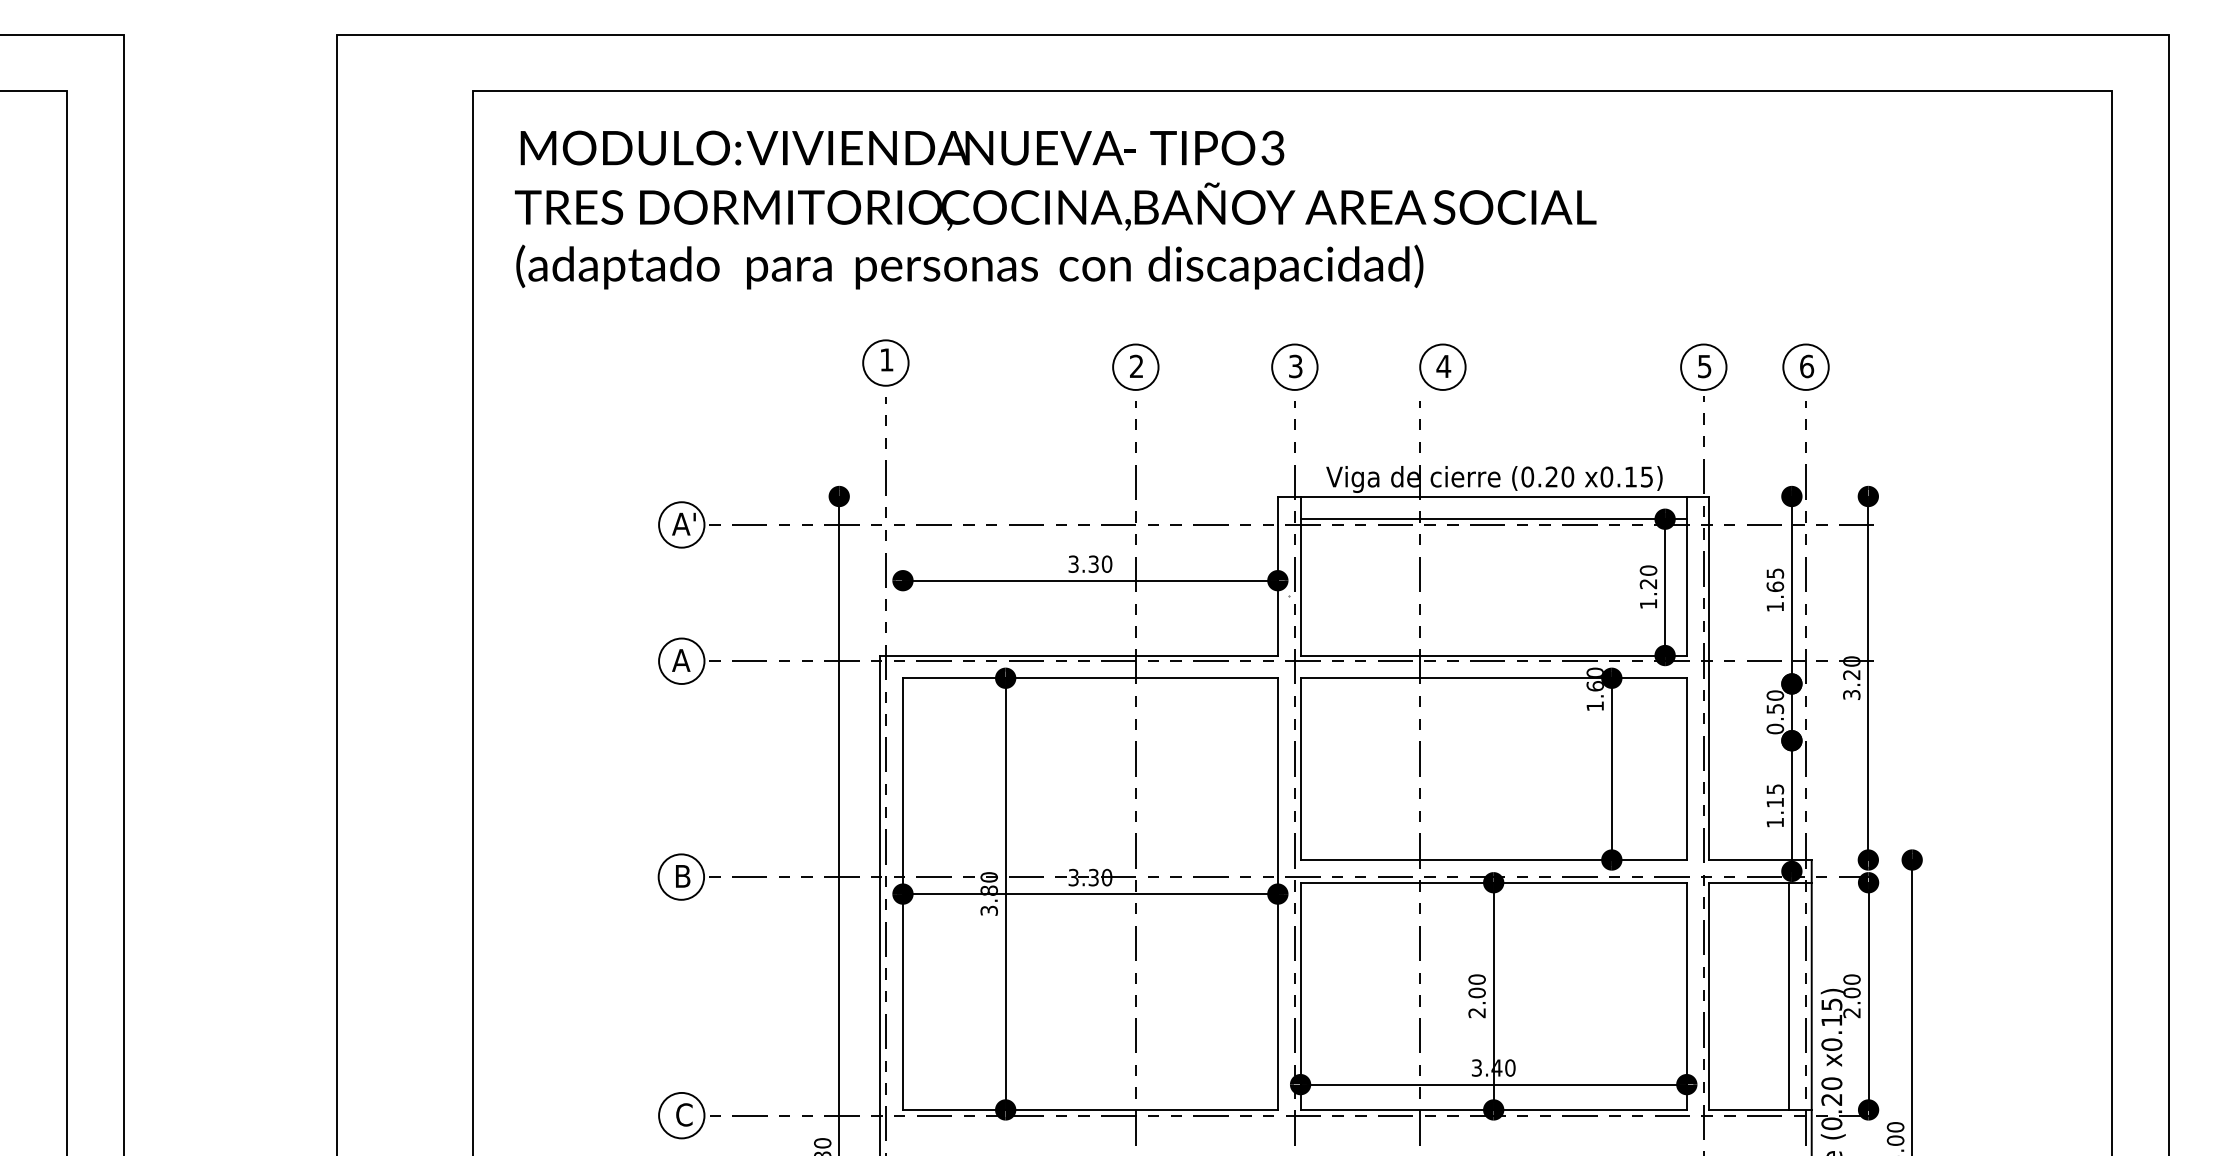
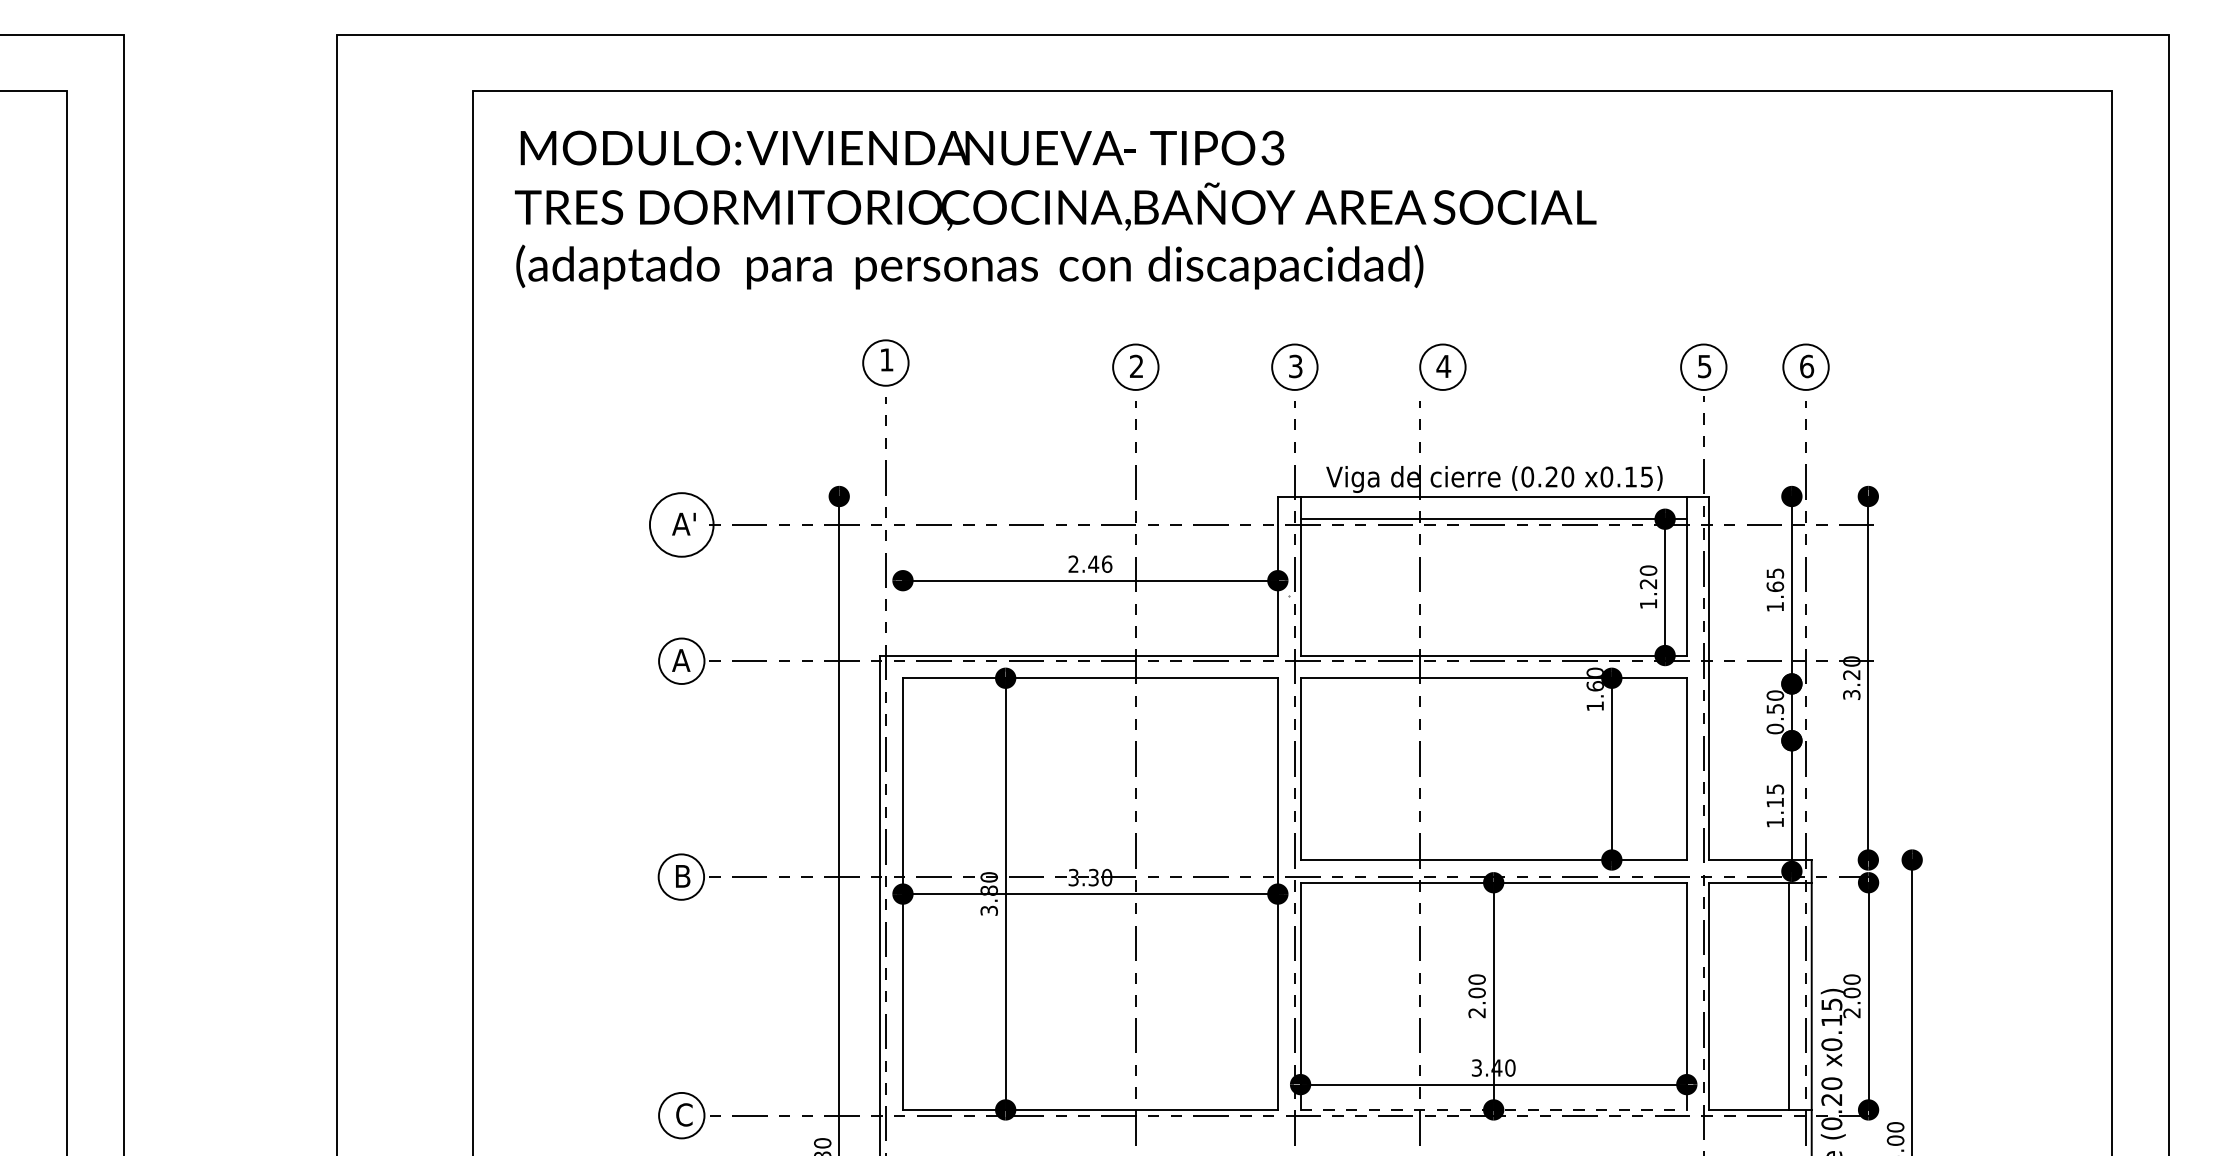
circle at (681, 524) diameter: 45 px -> 64 px
text at (1090, 563): 3.30 -> 2.46
line at (1494, 1109): solid -> dashed
